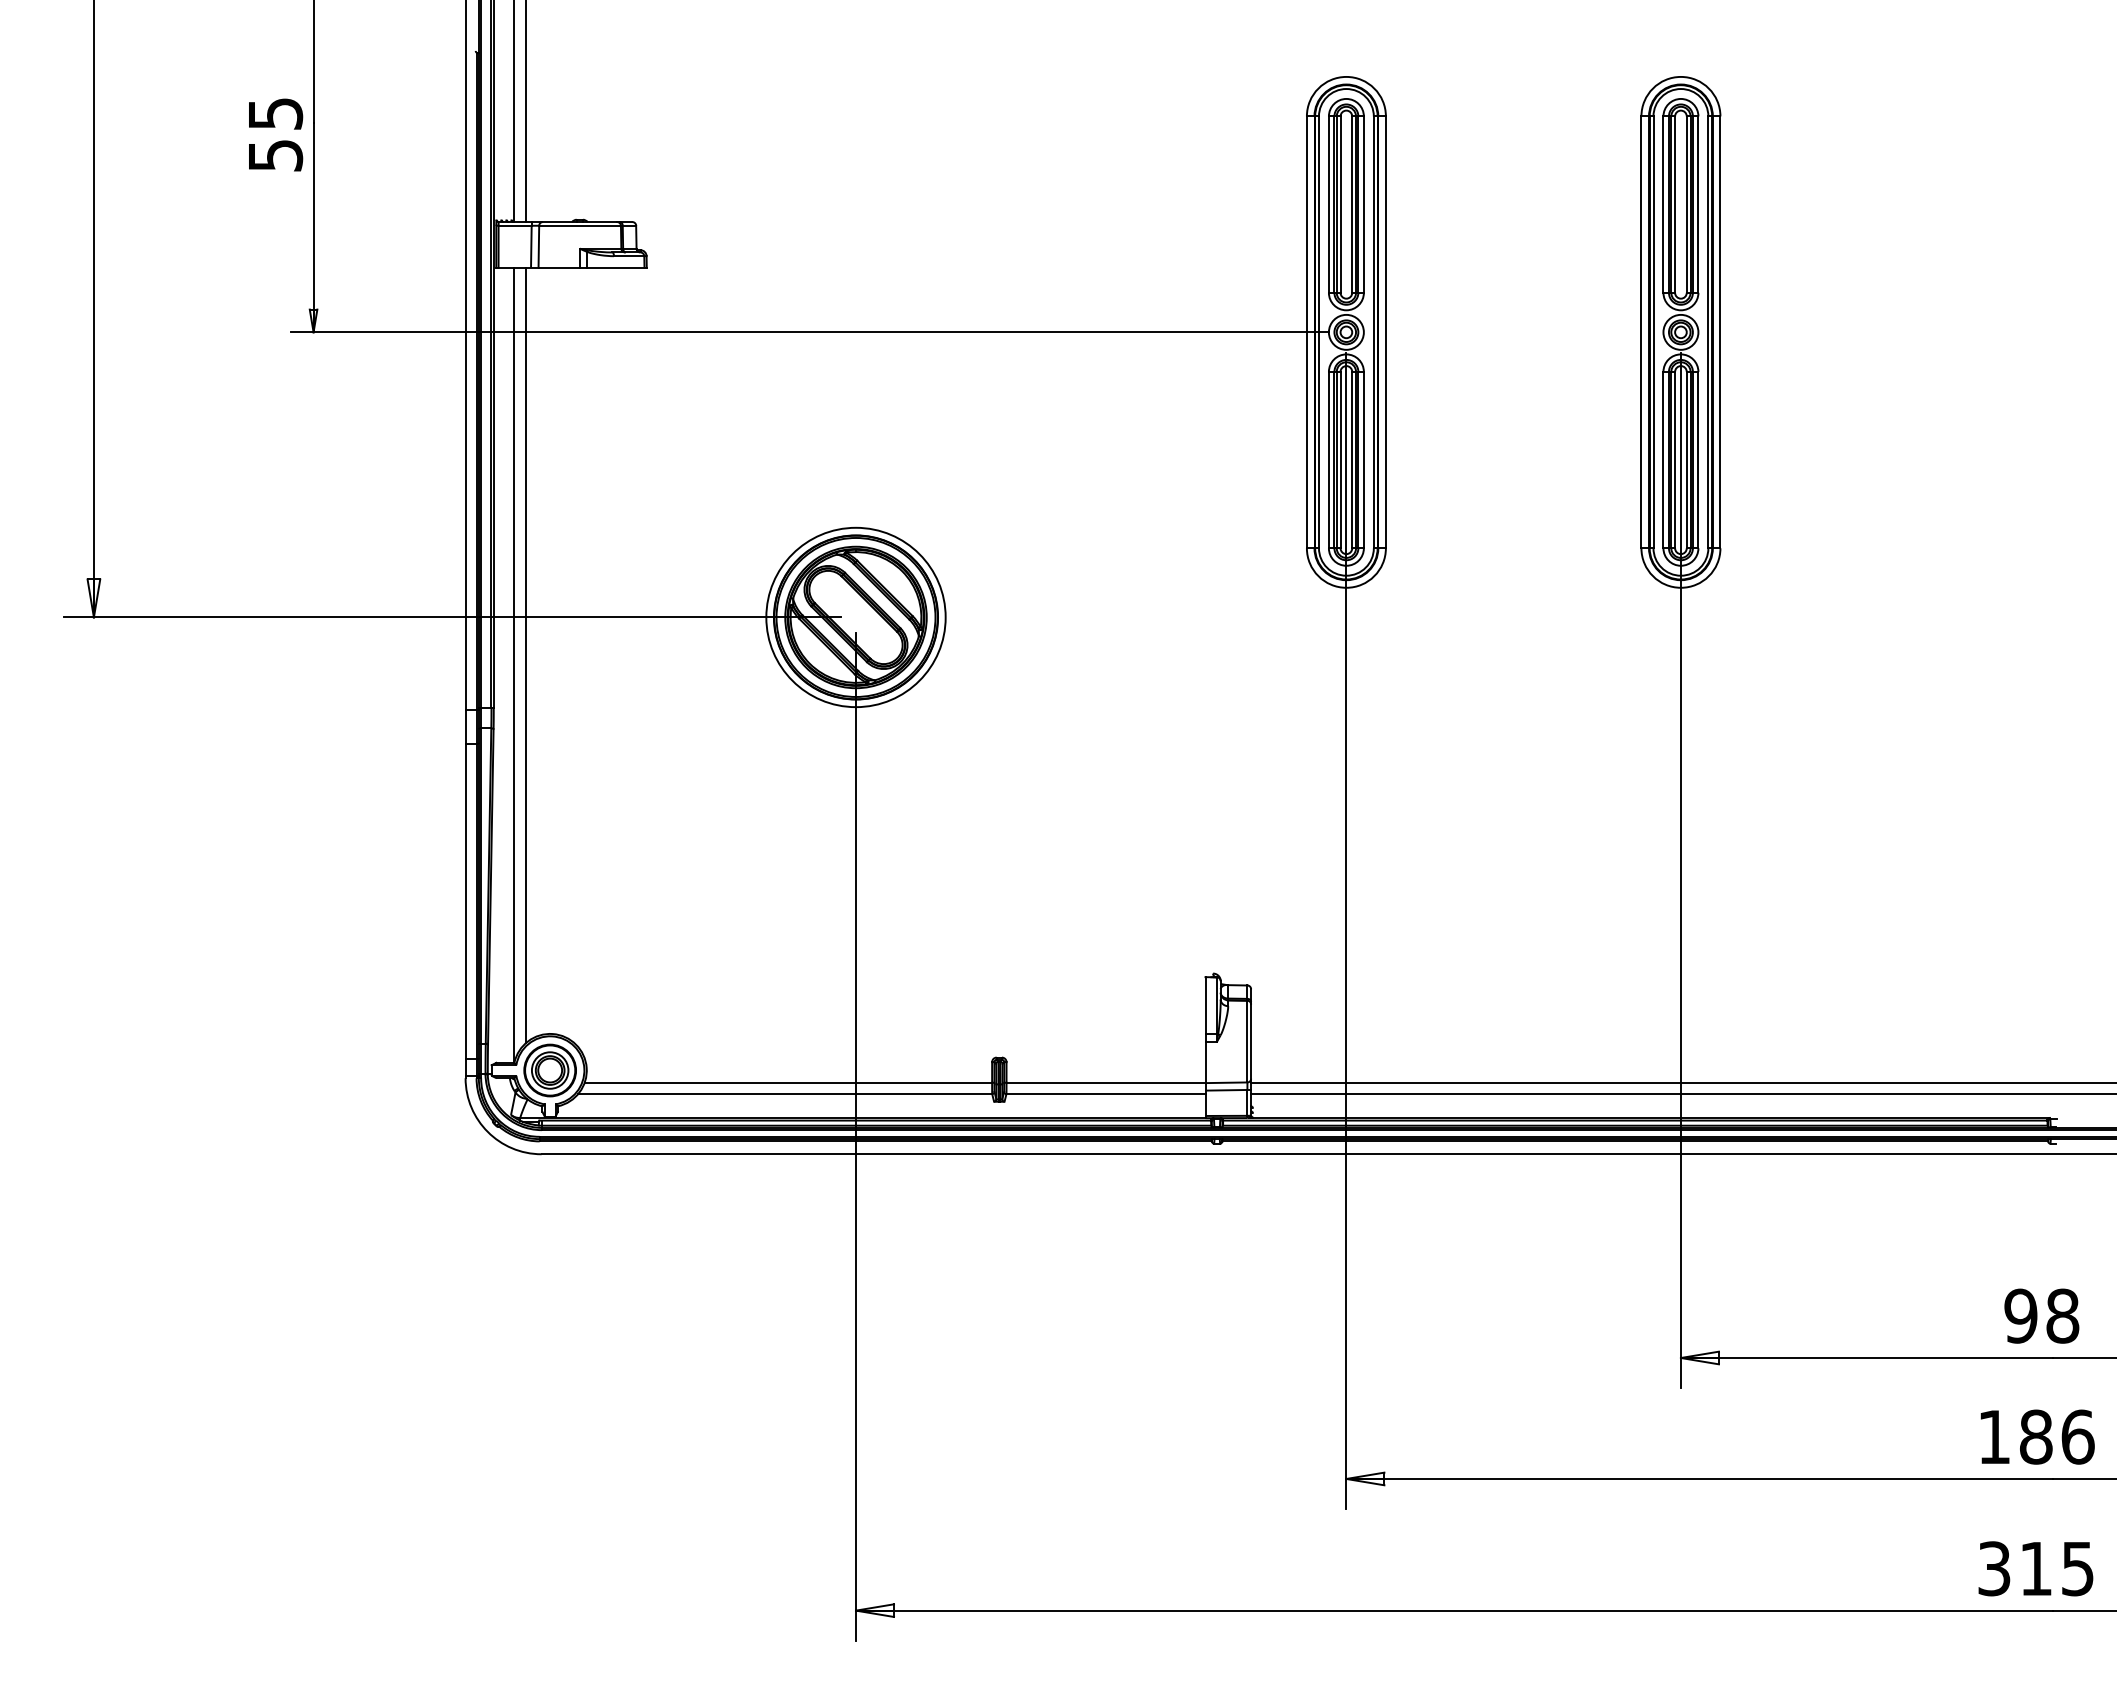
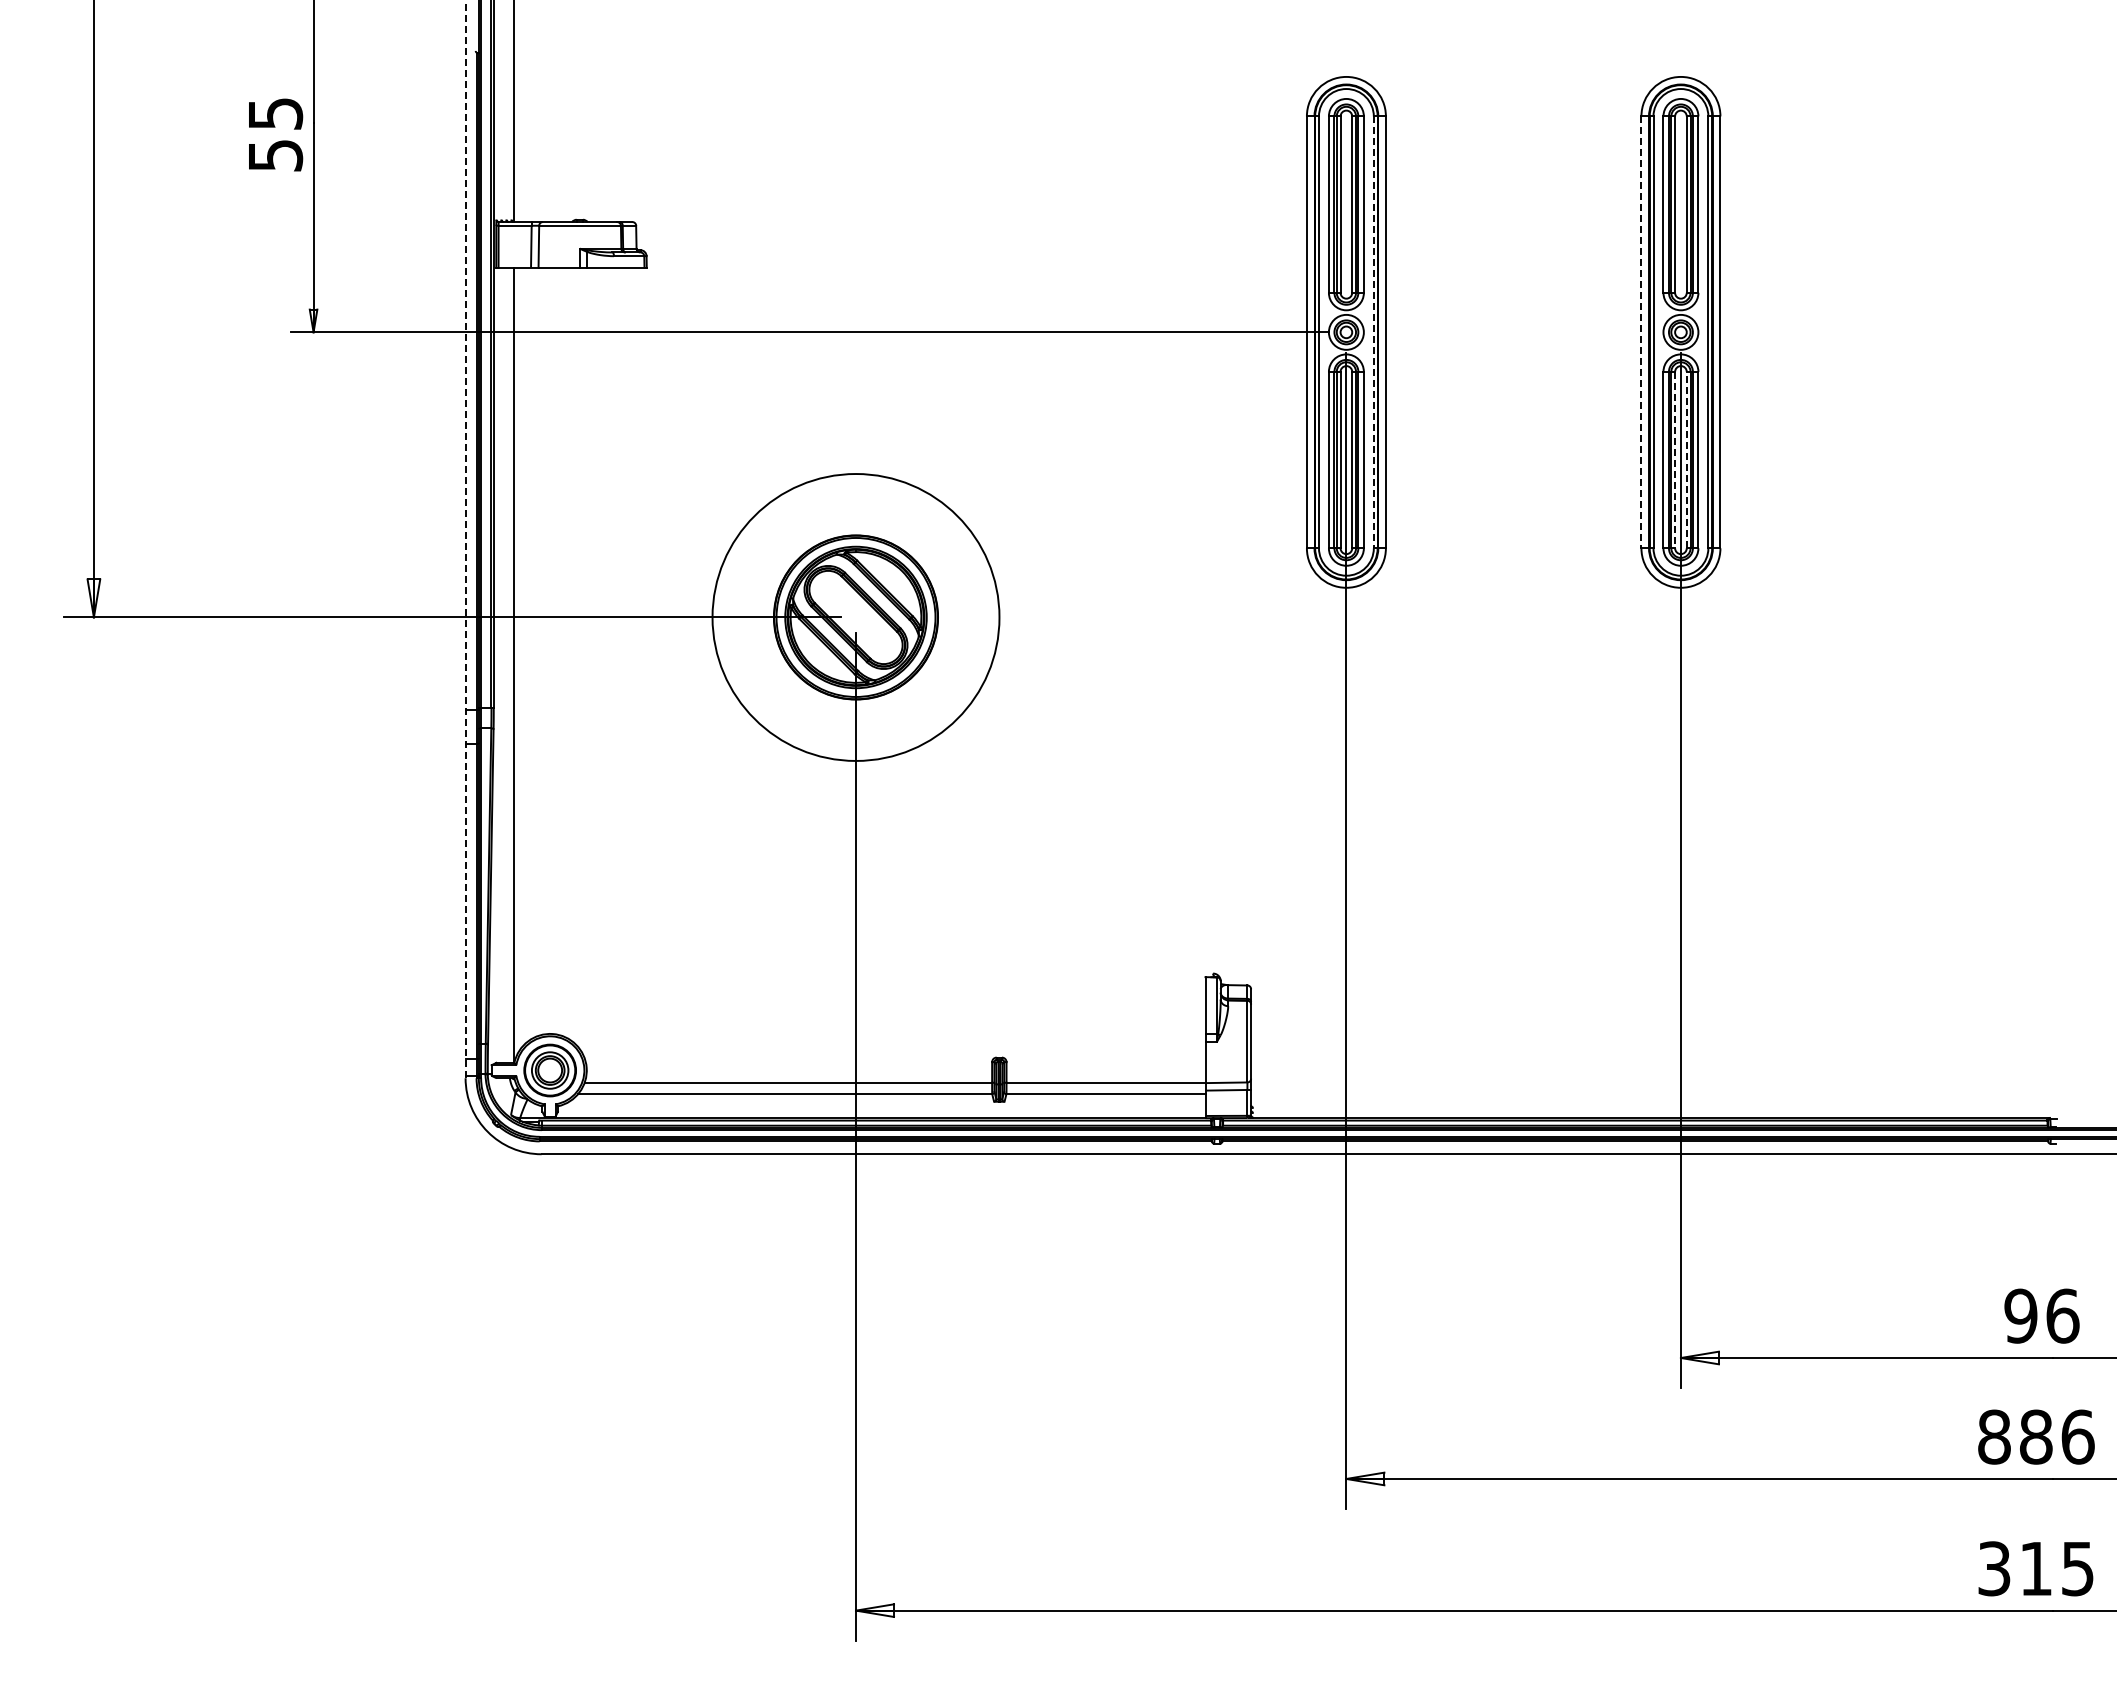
line at (525, 112): present -> none
line at (1373, 332): solid -> dashed
line at (1641, 332): solid -> dashed
line at (1686, 459): solid -> dashed
line at (1675, 460): solid -> dashed
line at (465, 539): solid -> dashed
circle at (855, 617) diameter: 179 px -> 287 px
line at (525, 655): present -> none
line at (1682, 1082): present -> none
line at (1682, 1094): present -> none
text at (2062, 1315): 98 -> 96
text at (1994, 1436): 186 -> 886
